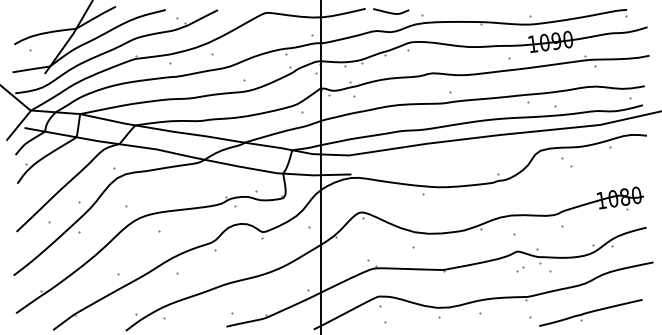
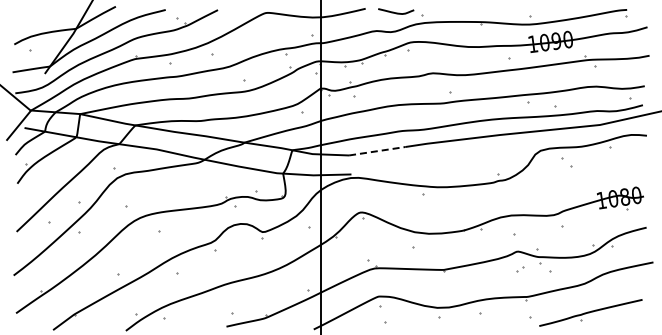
curve at (391, 12) position: (391, 12) -> (396, 12)
line at (377, 151): solid -> dashed
